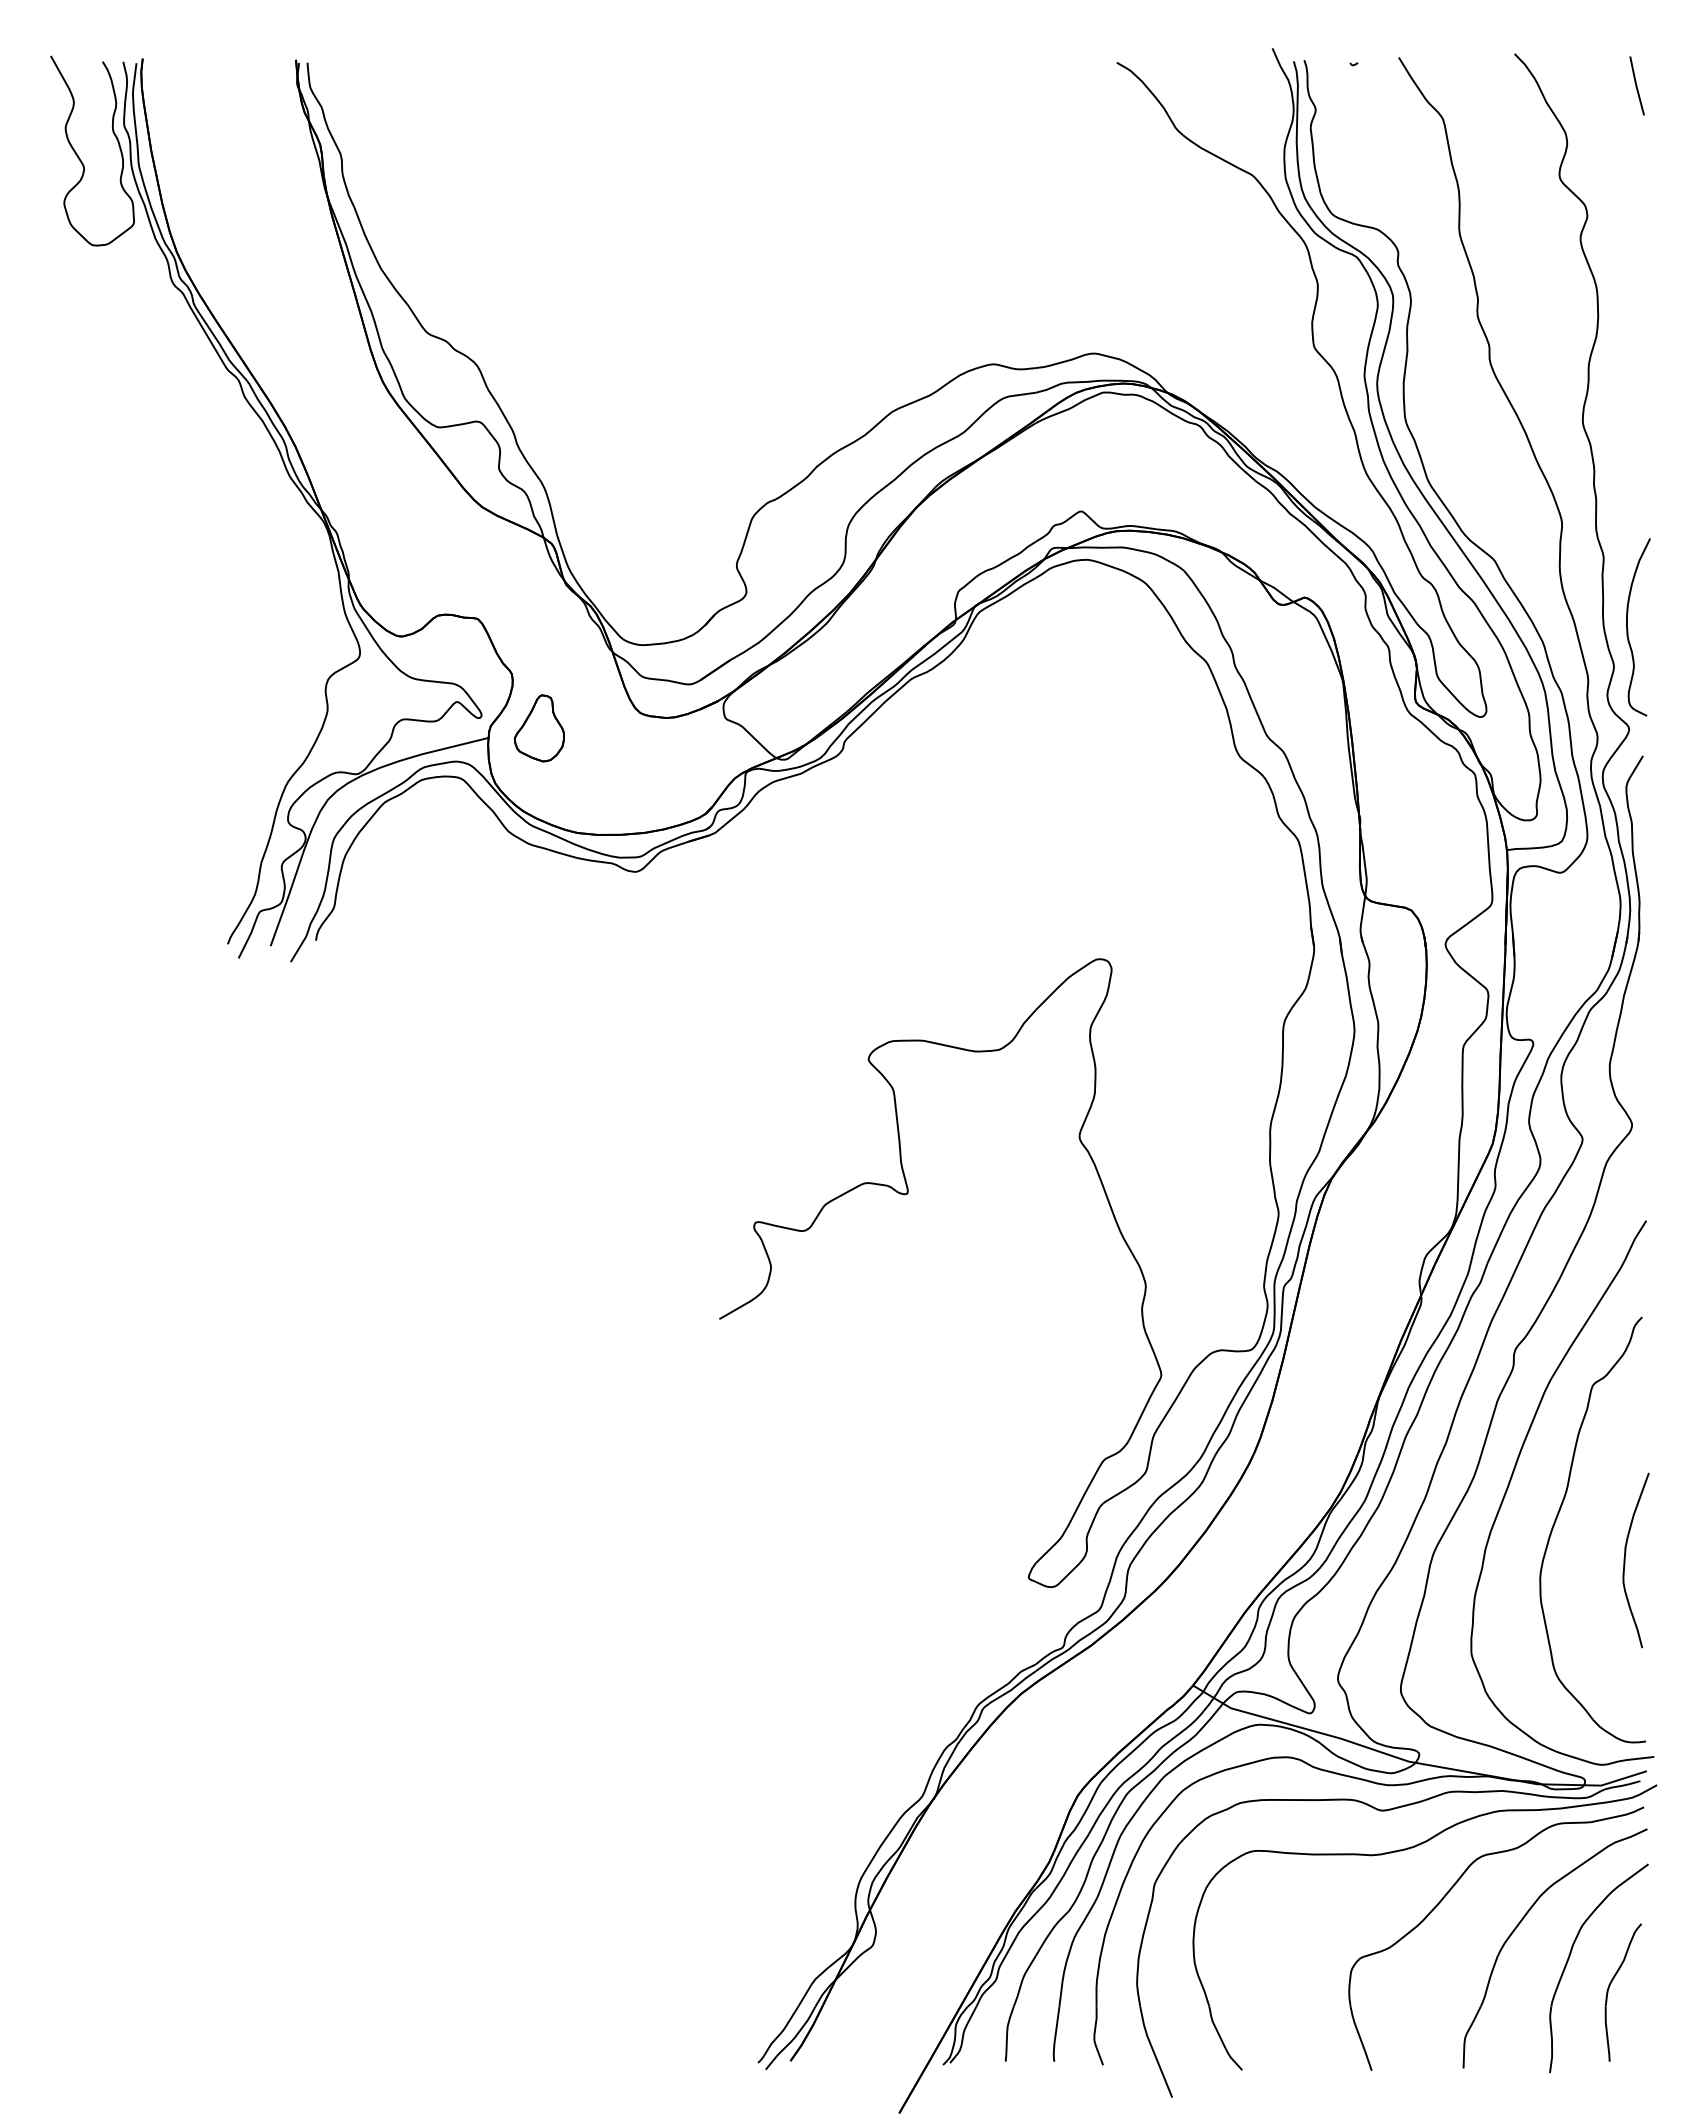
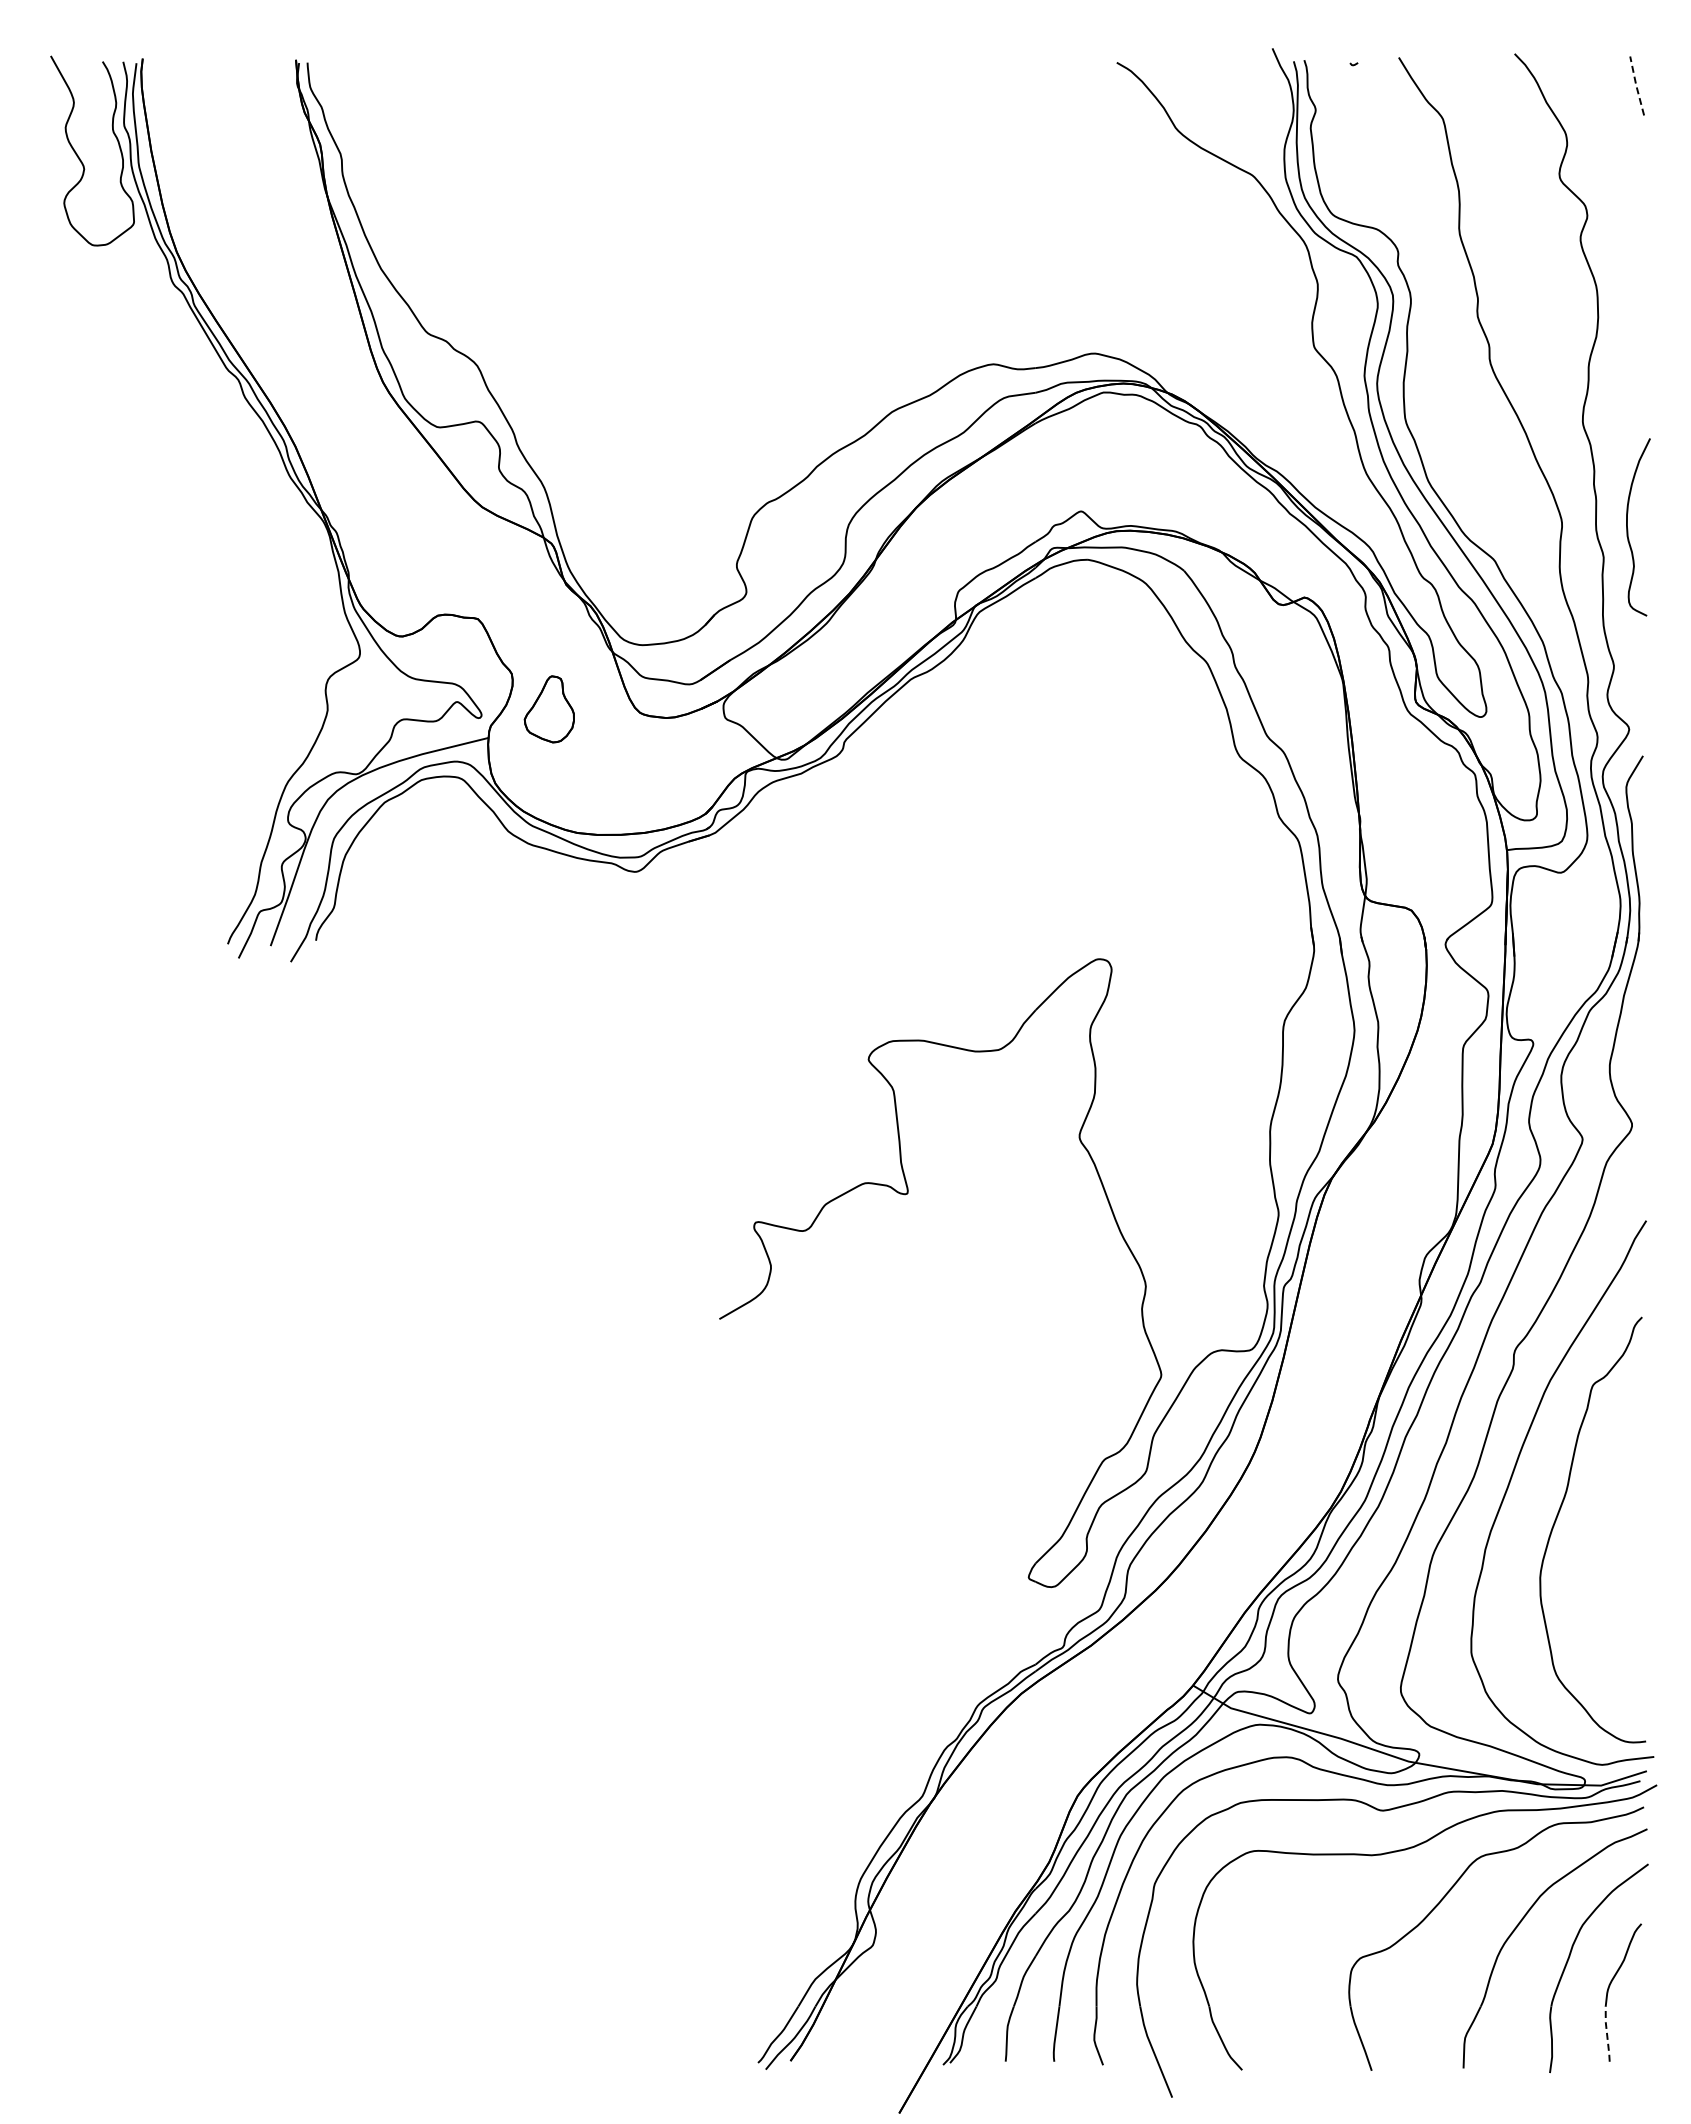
line at (1636, 85): solid -> dashed
curve at (1628, 629) position: (1628, 629) -> (1628, 529)
part at (538, 728) position: (538, 728) -> (548, 709)
curve at (1625, 1560): present -> none
line at (1607, 2034): solid -> dashed
